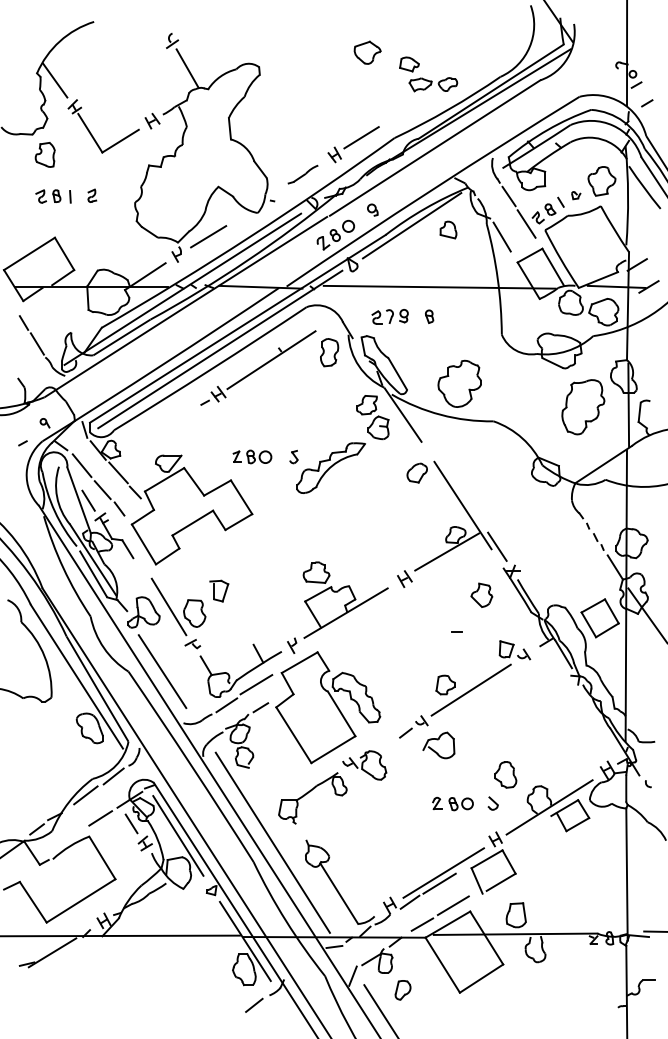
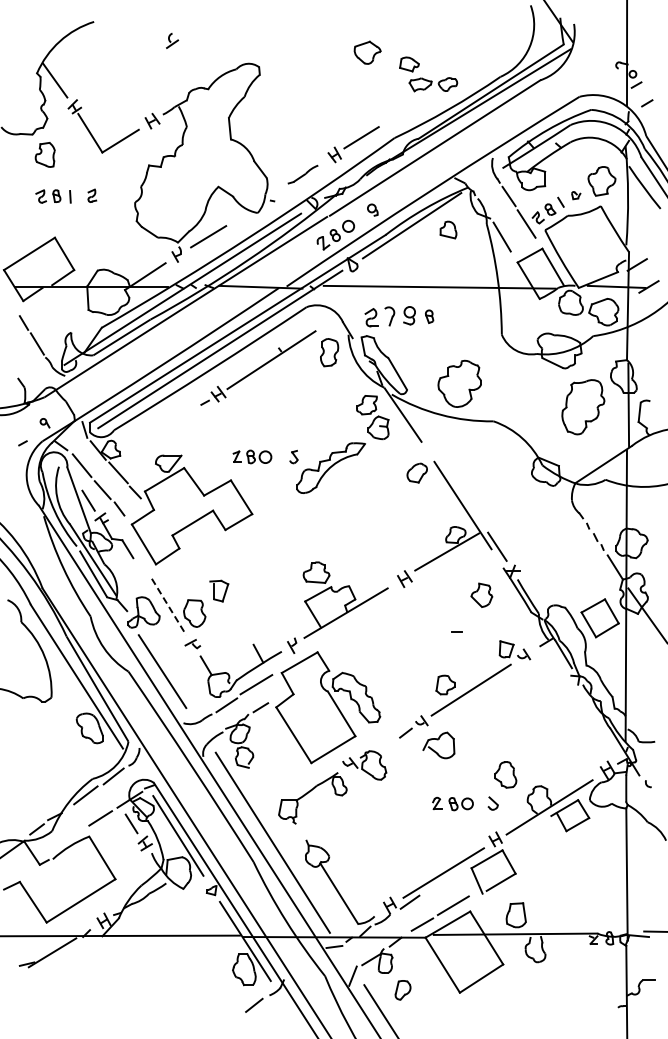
line at (187, 68): present -> none
part at (389, 316) size: 38x16 px -> 52x22 px
line at (169, 607): solid -> dashed
line at (439, 883): present -> none
